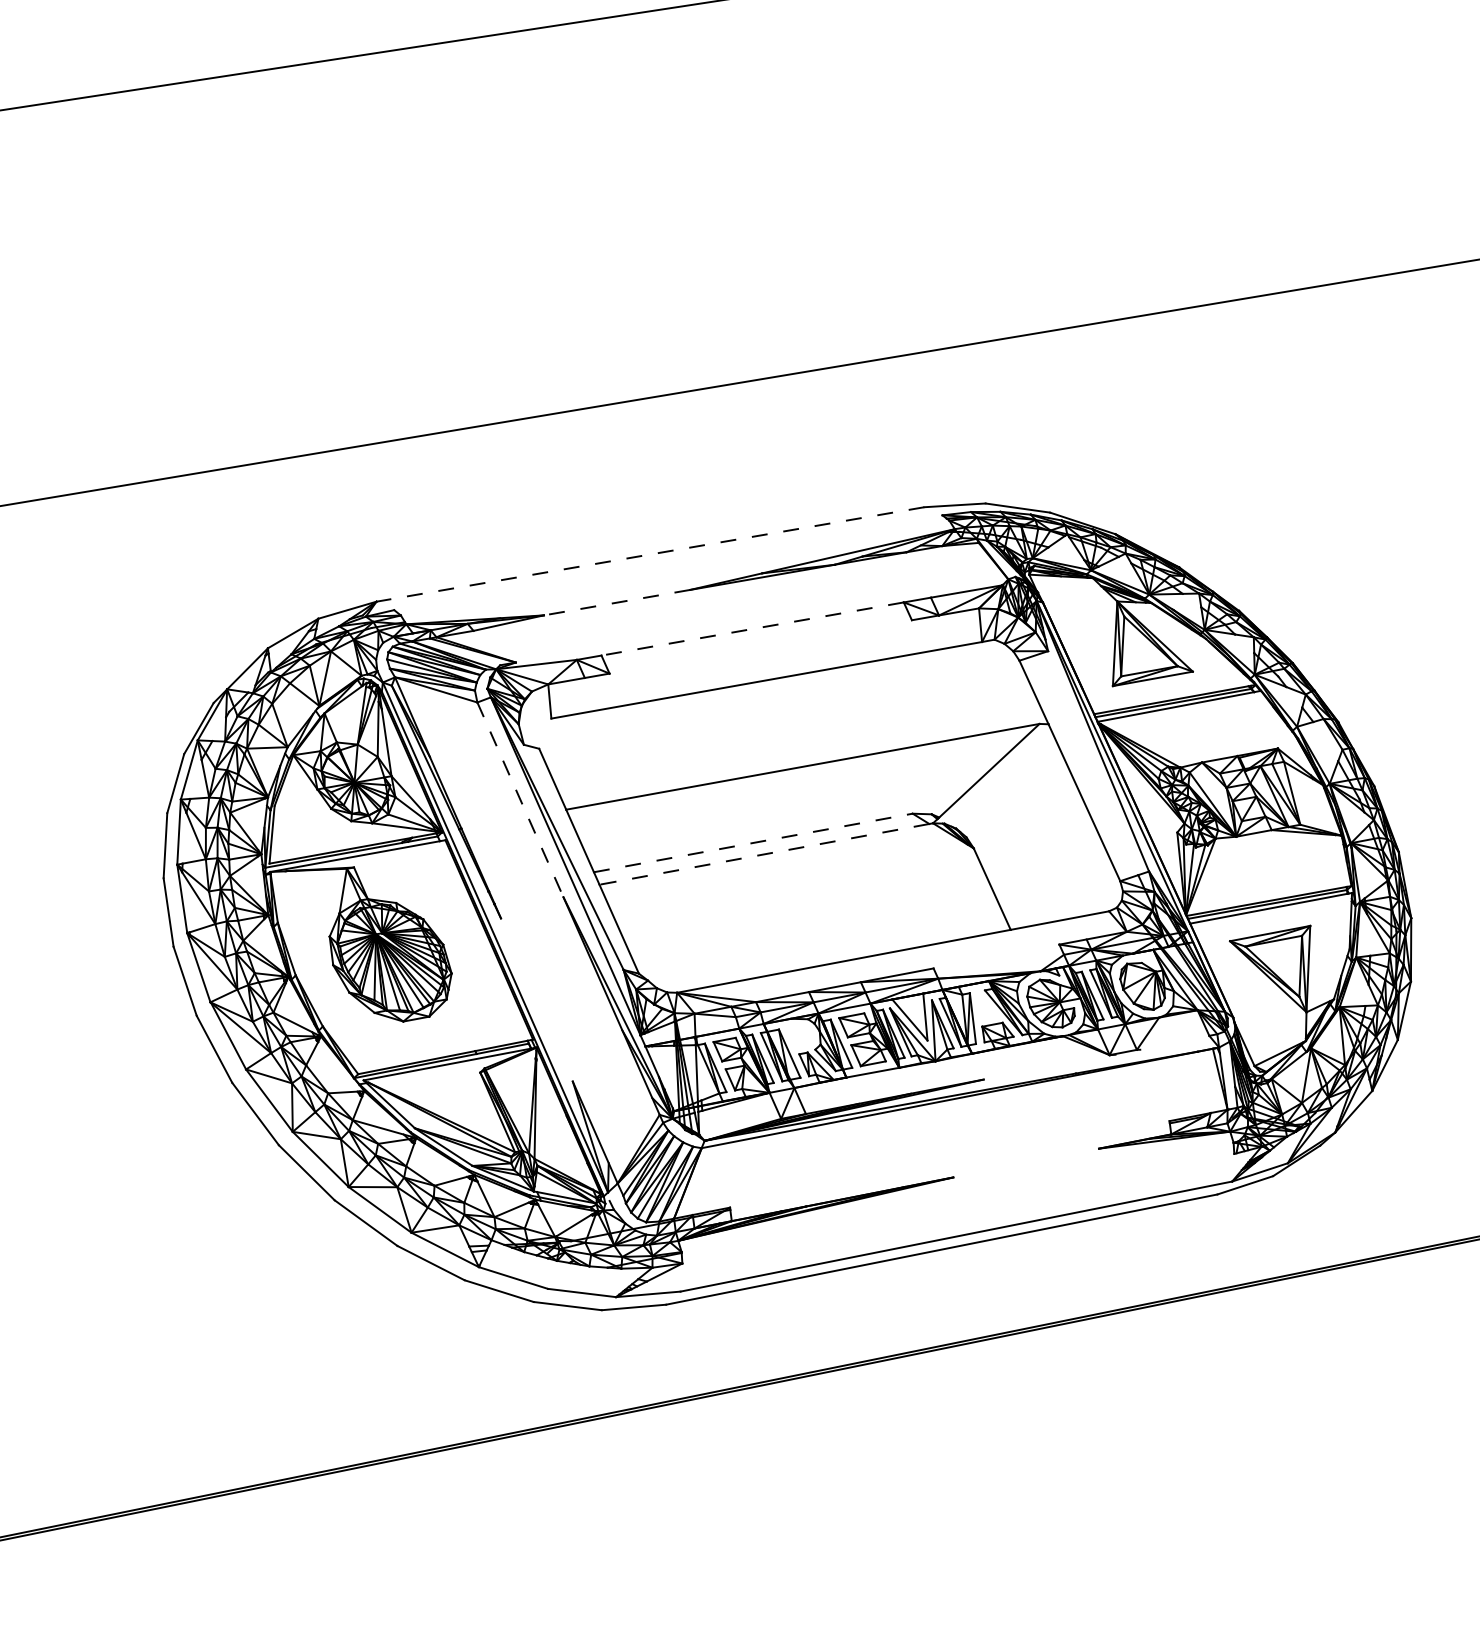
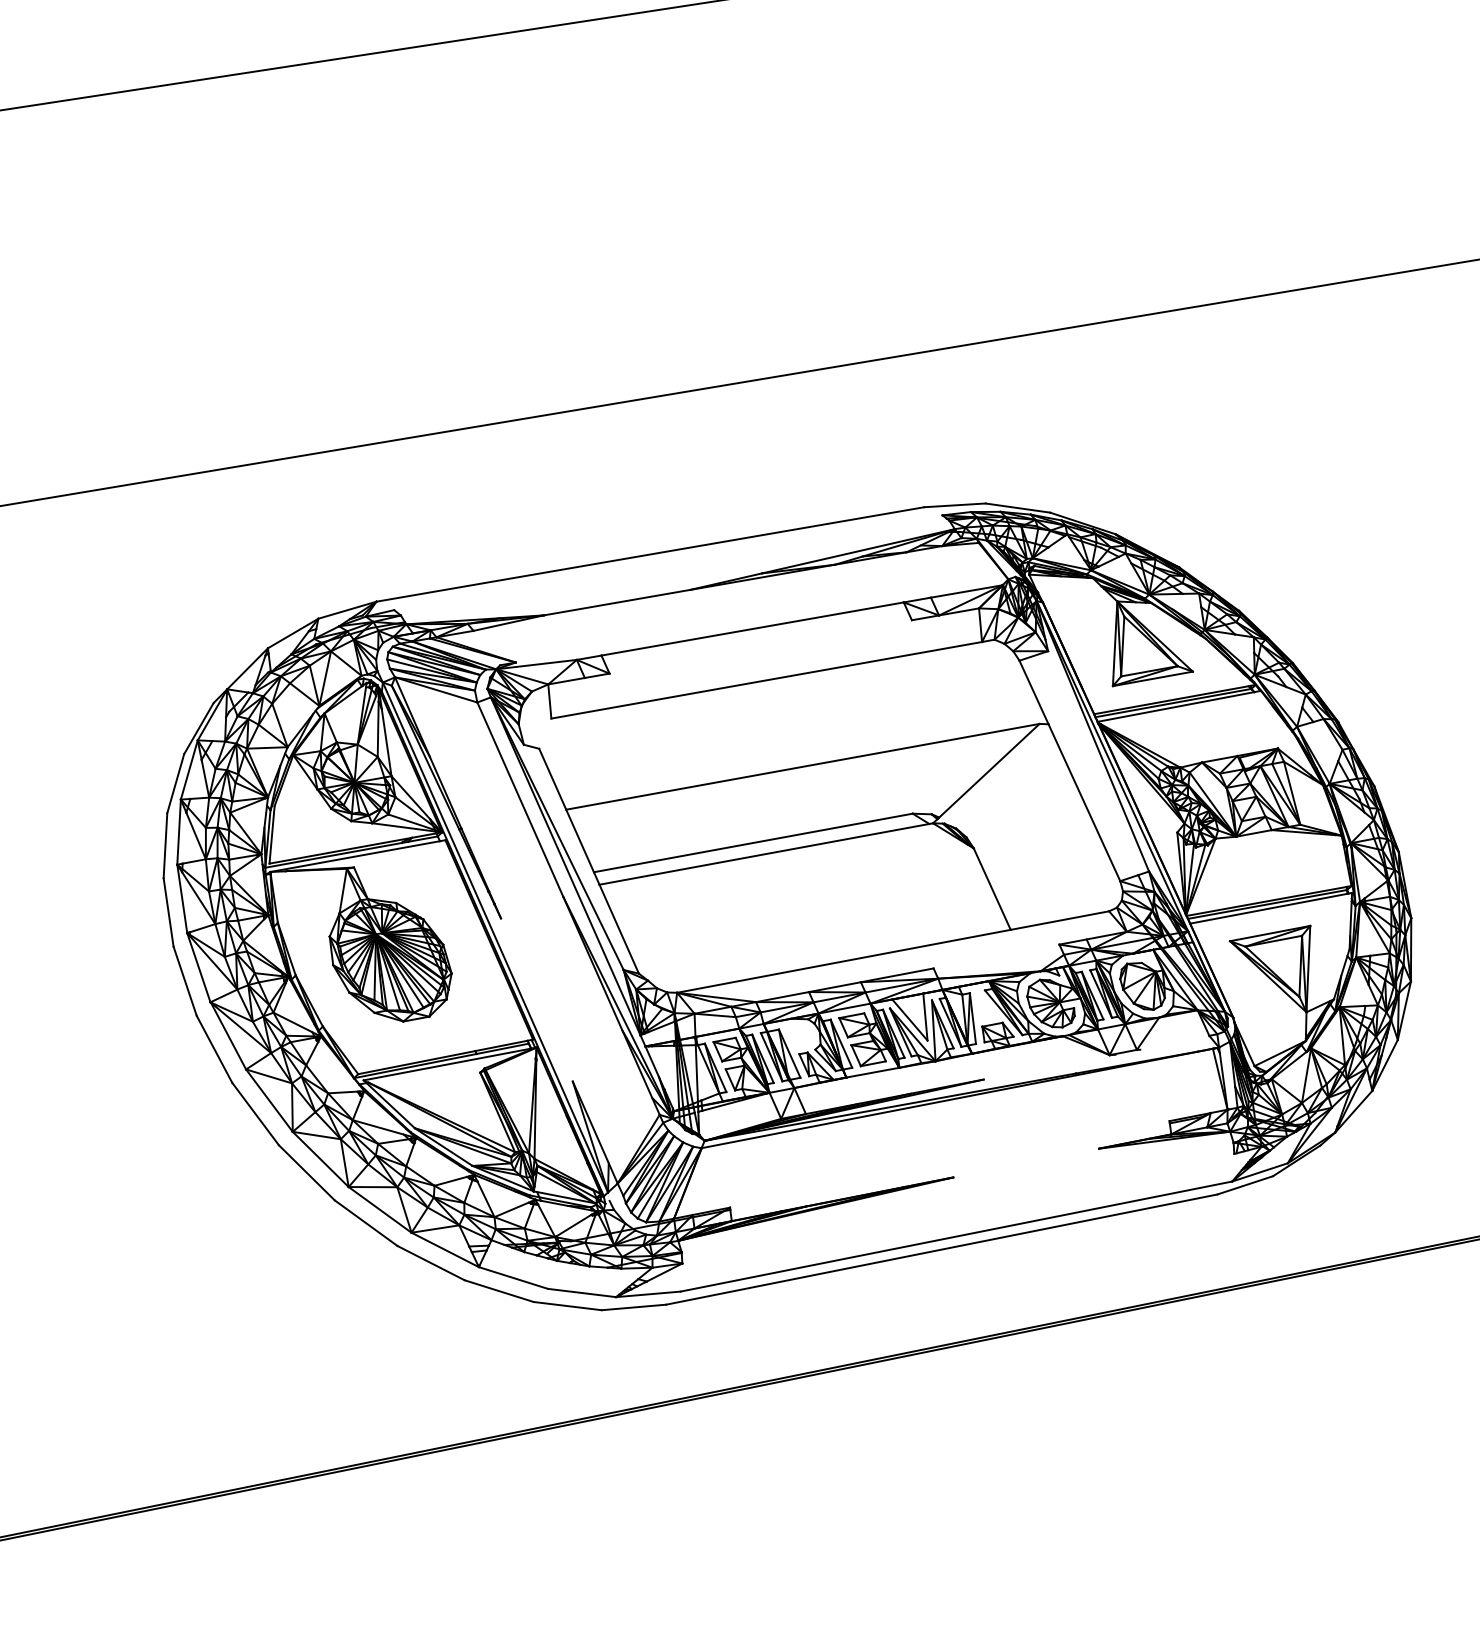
line at (650, 554): dashed -> solid
line at (616, 602): dashed -> solid
line at (752, 629): dashed -> solid
line at (520, 800): dashed -> solid
line at (753, 842): dashed -> solid
line at (764, 854): dashed -> solid
